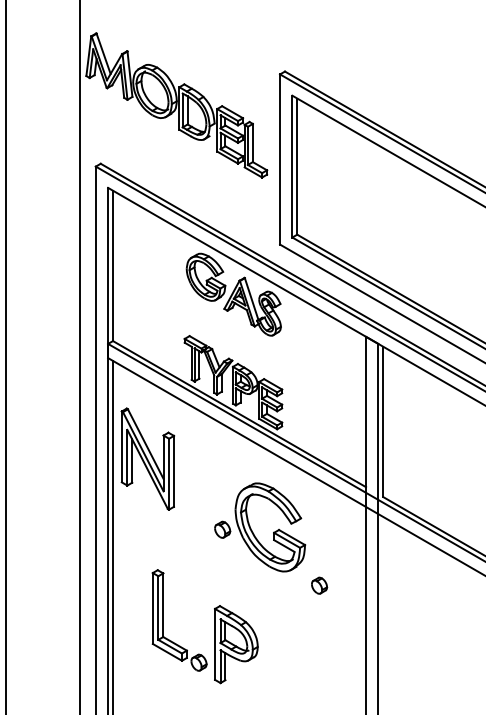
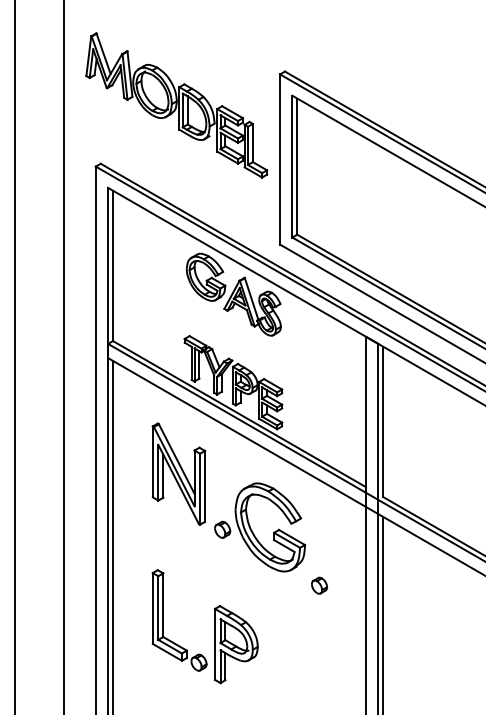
line at (5, 356) position: (5, 356) -> (14, 356)
line at (79, 356) position: (79, 356) -> (63, 356)
part at (147, 458) position: (147, 458) -> (178, 473)
line at (383, 613): none -> present
